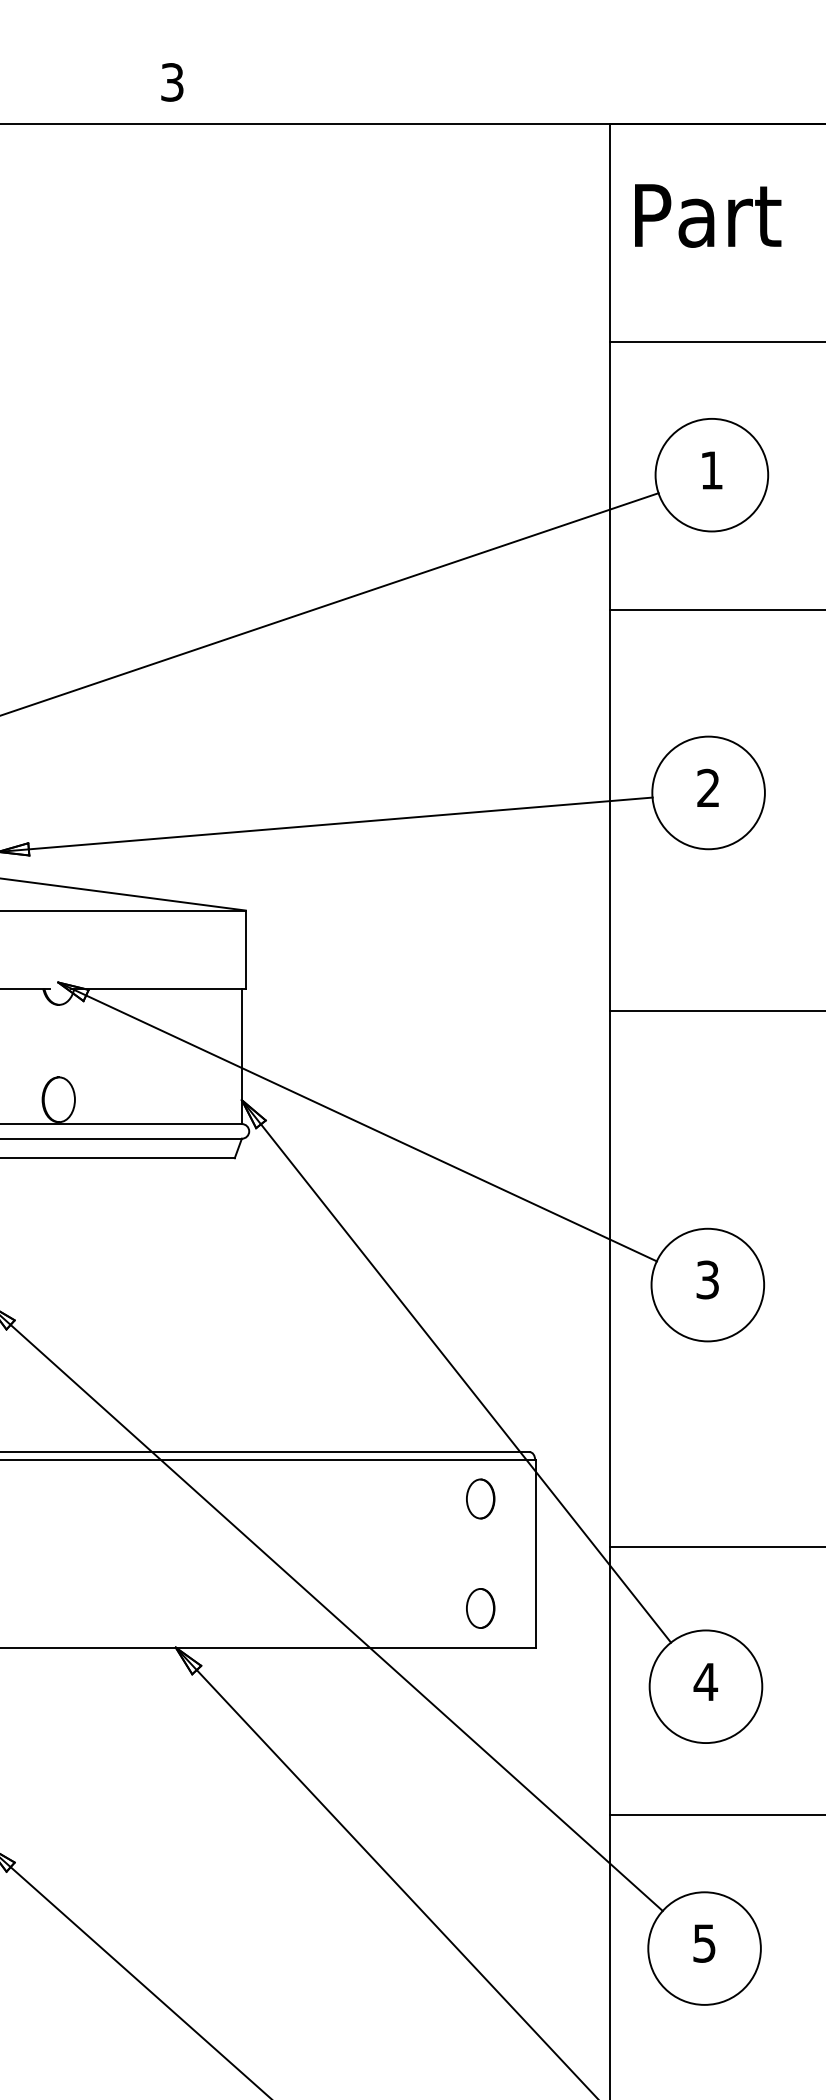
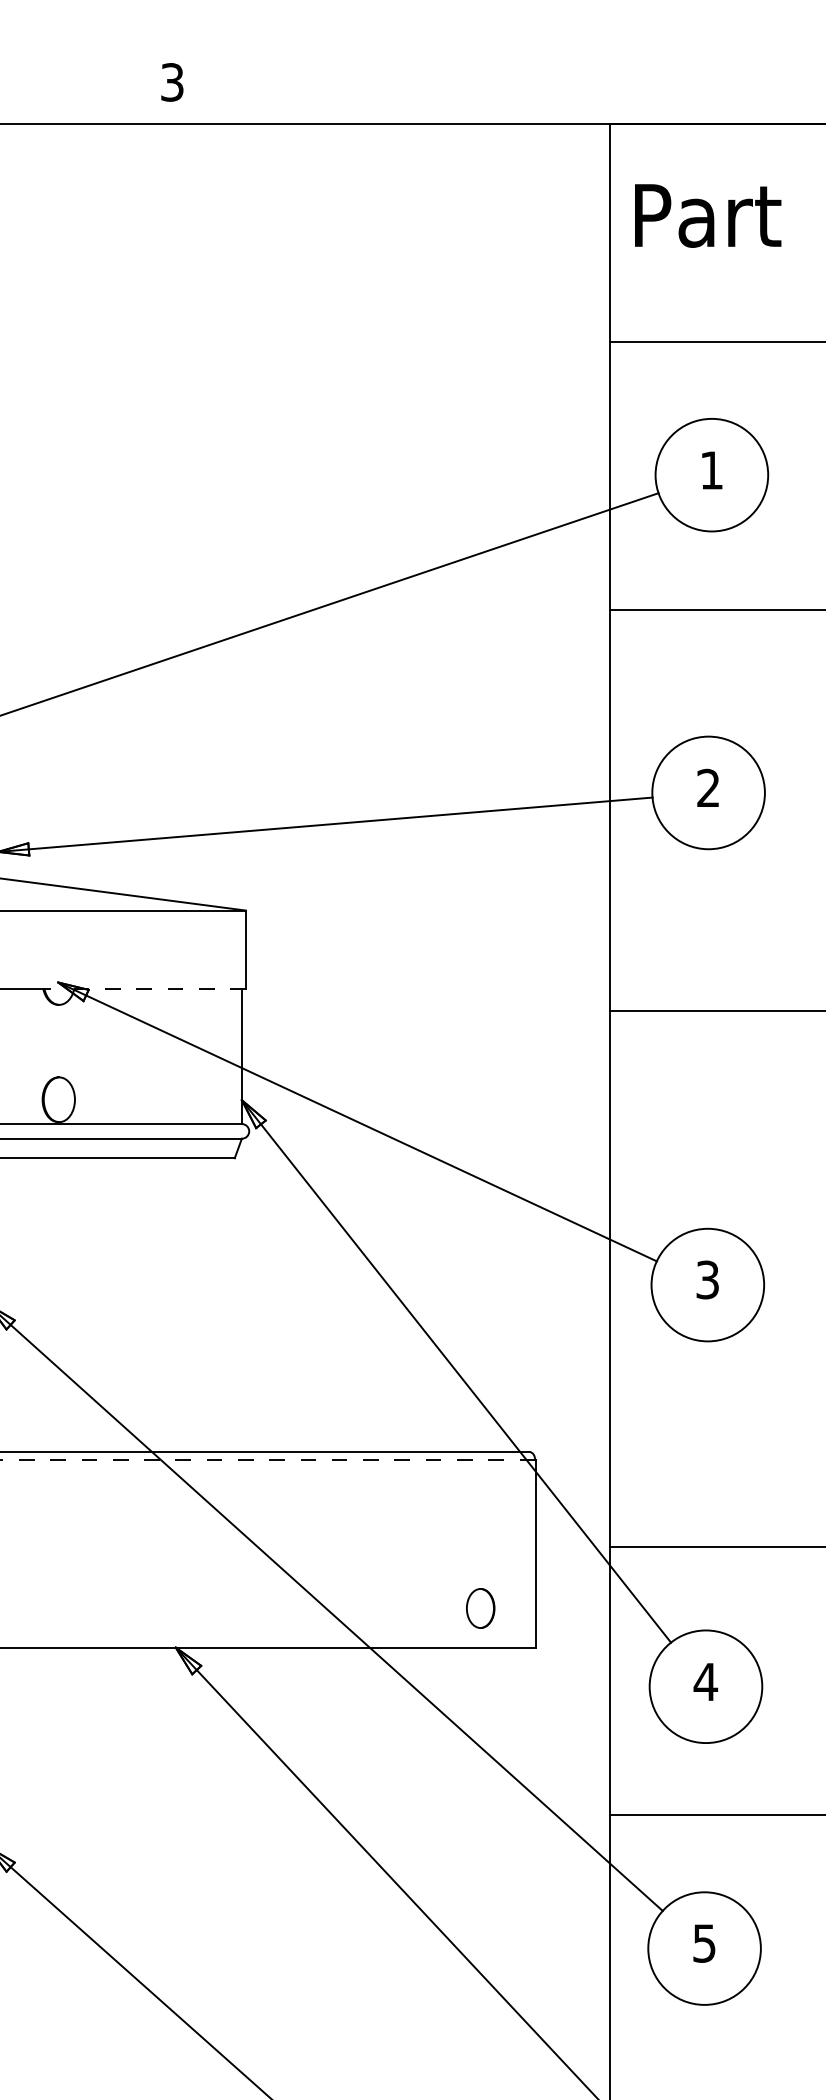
line at (157, 988): solid -> dashed
line at (267, 1459): solid -> dashed
part at (480, 1498): present -> none
